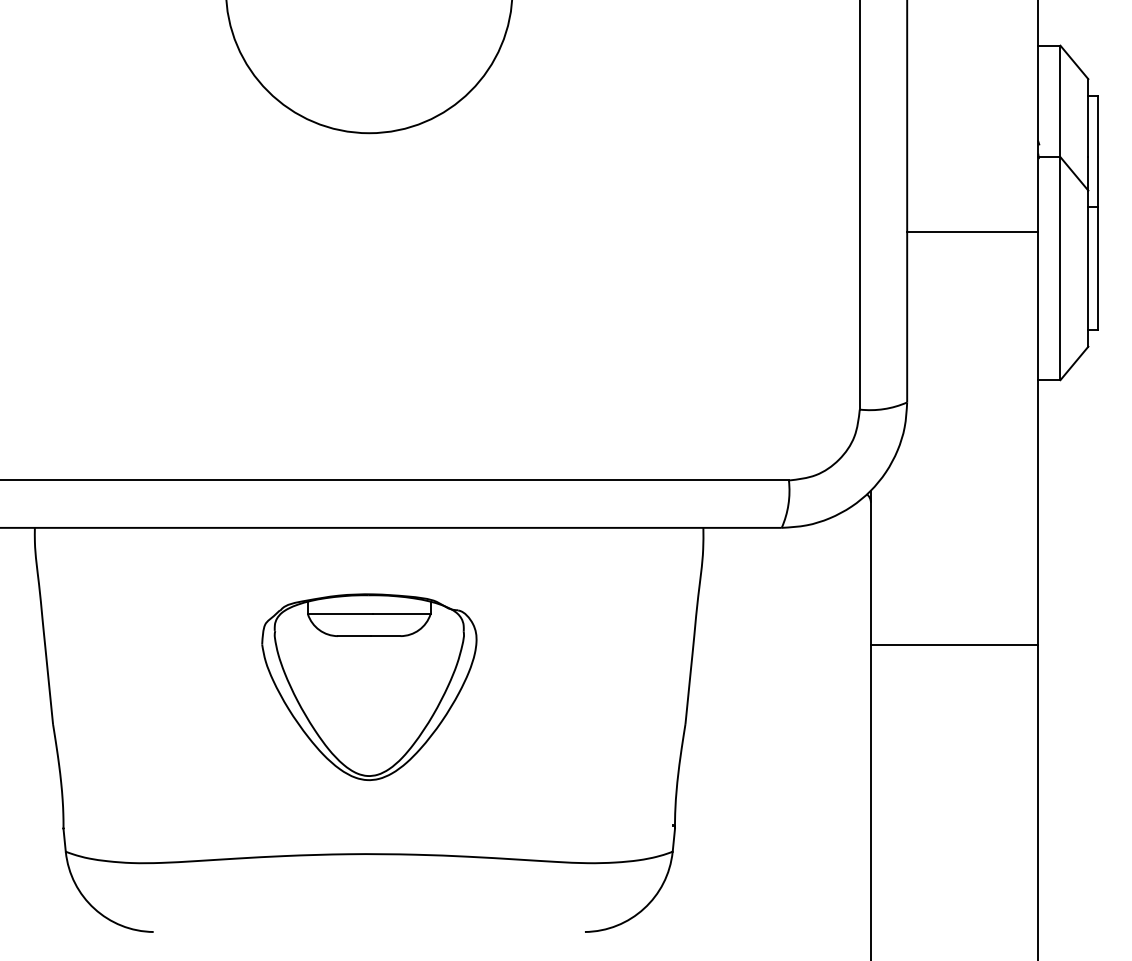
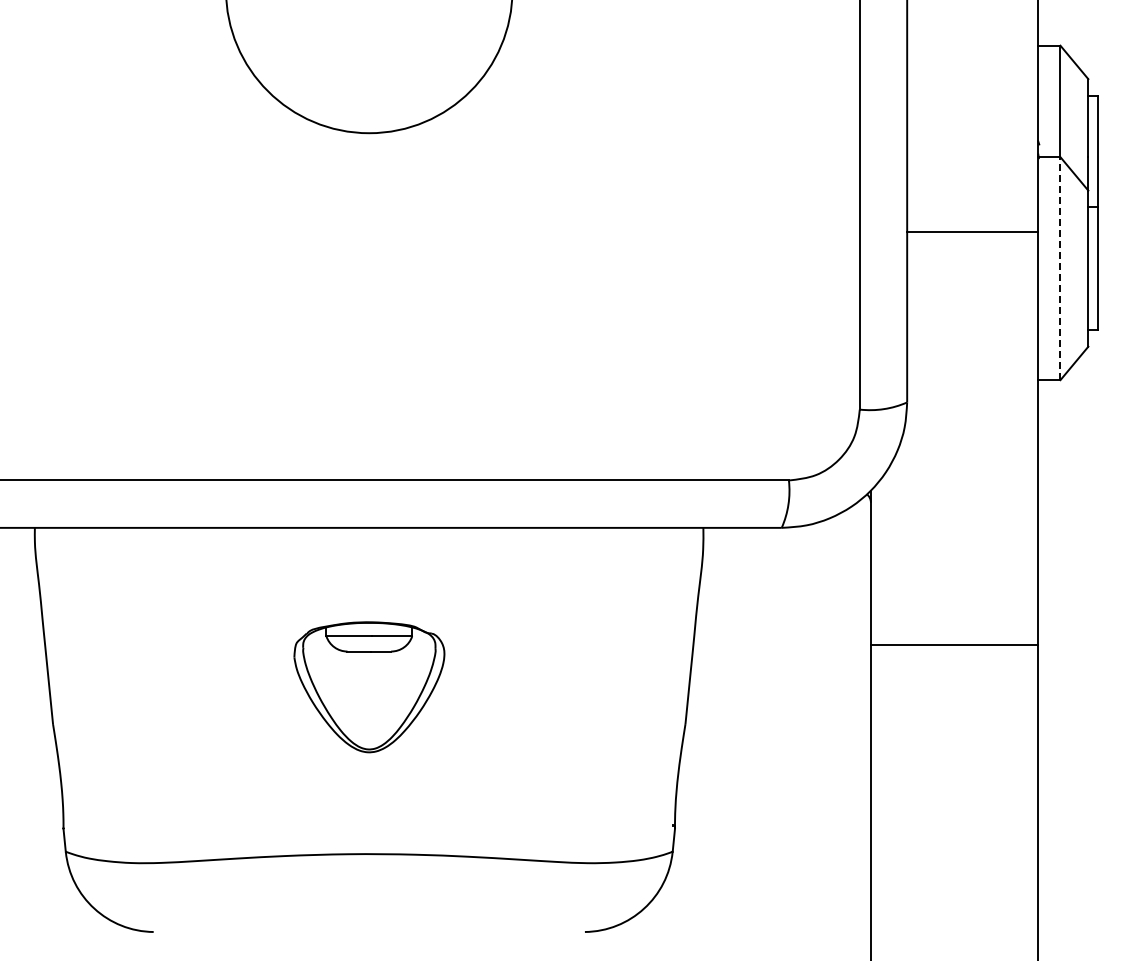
line at (1060, 268): solid -> dashed
part at (369, 687) size: 217x189 px -> 153x133 px
